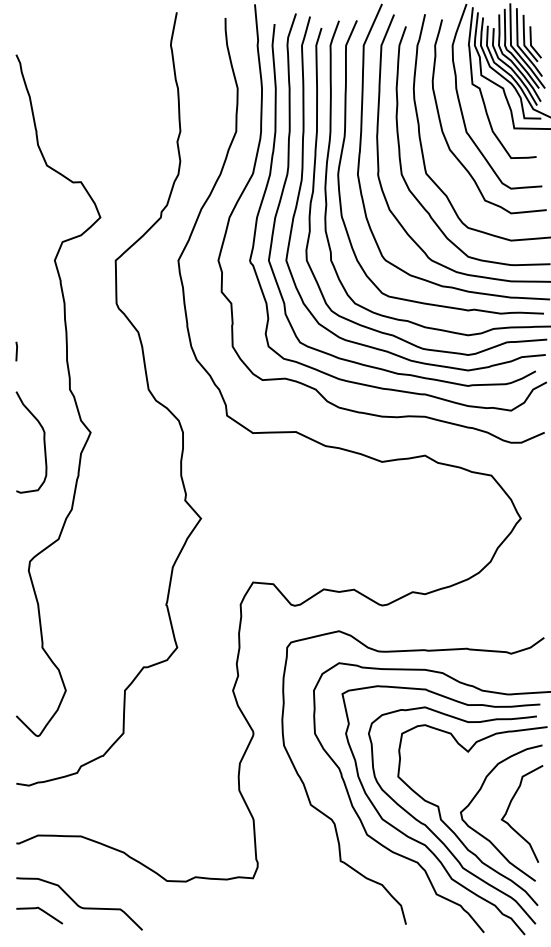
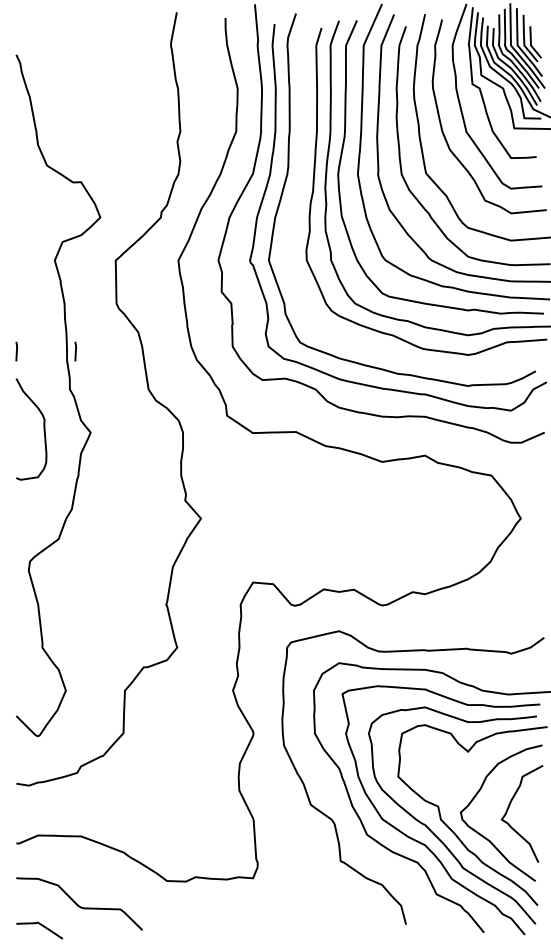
curve at (302, 182): present -> none
line at (75, 351): none -> present
curve at (43, 442) position: (43, 442) -> (43, 429)
line at (42, 911) position: (42, 911) -> (42, 926)
